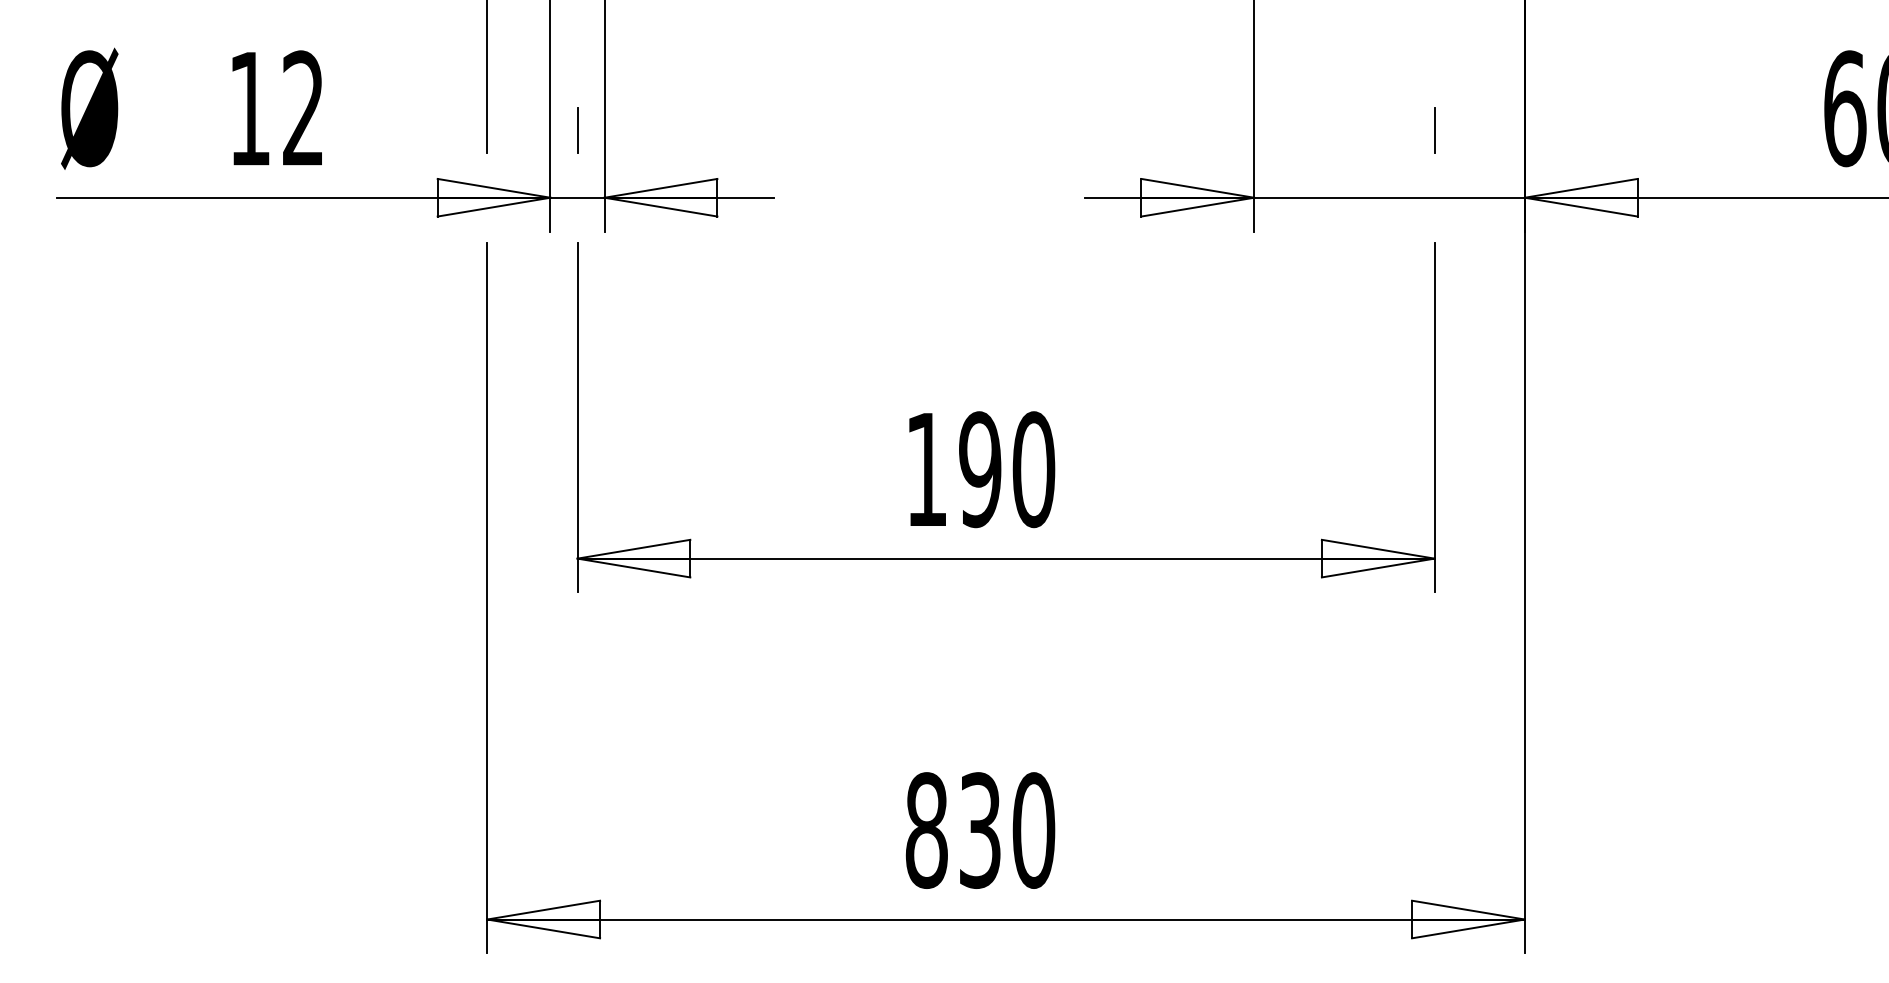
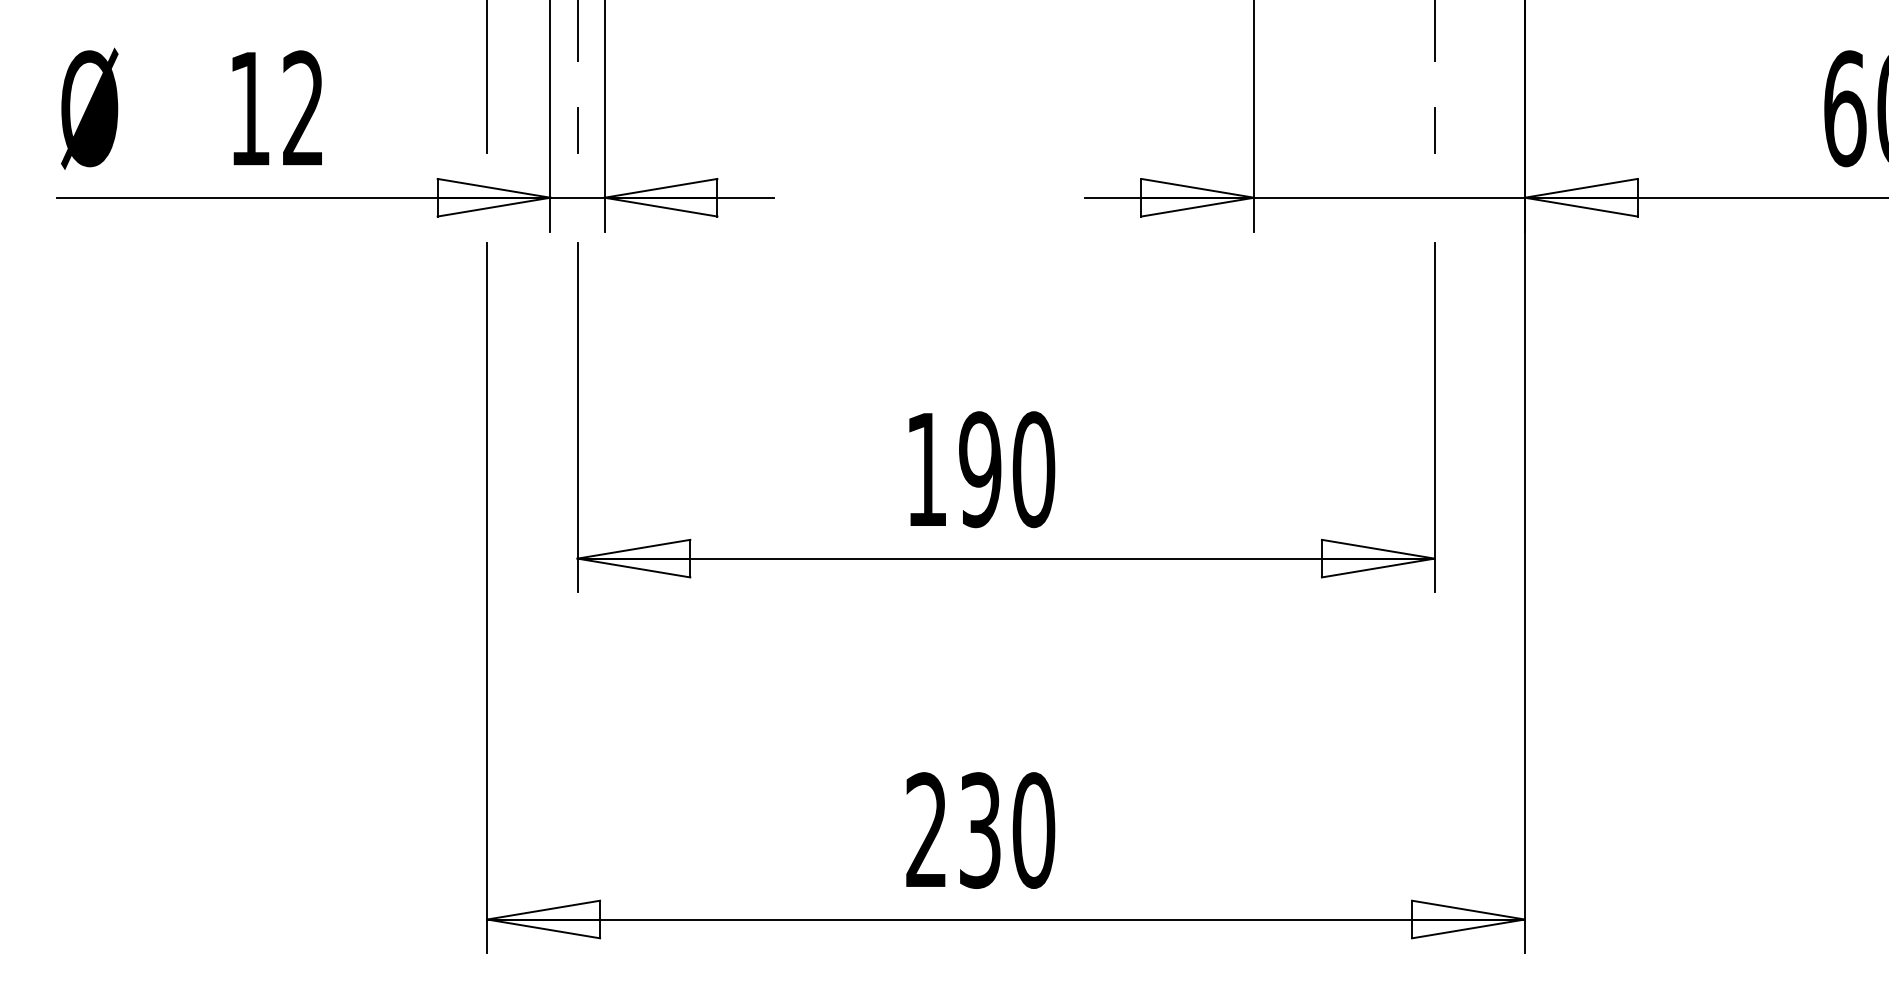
line at (577, 32): none -> present
line at (1434, 32): none -> present
text at (926, 830): 830 -> 230
